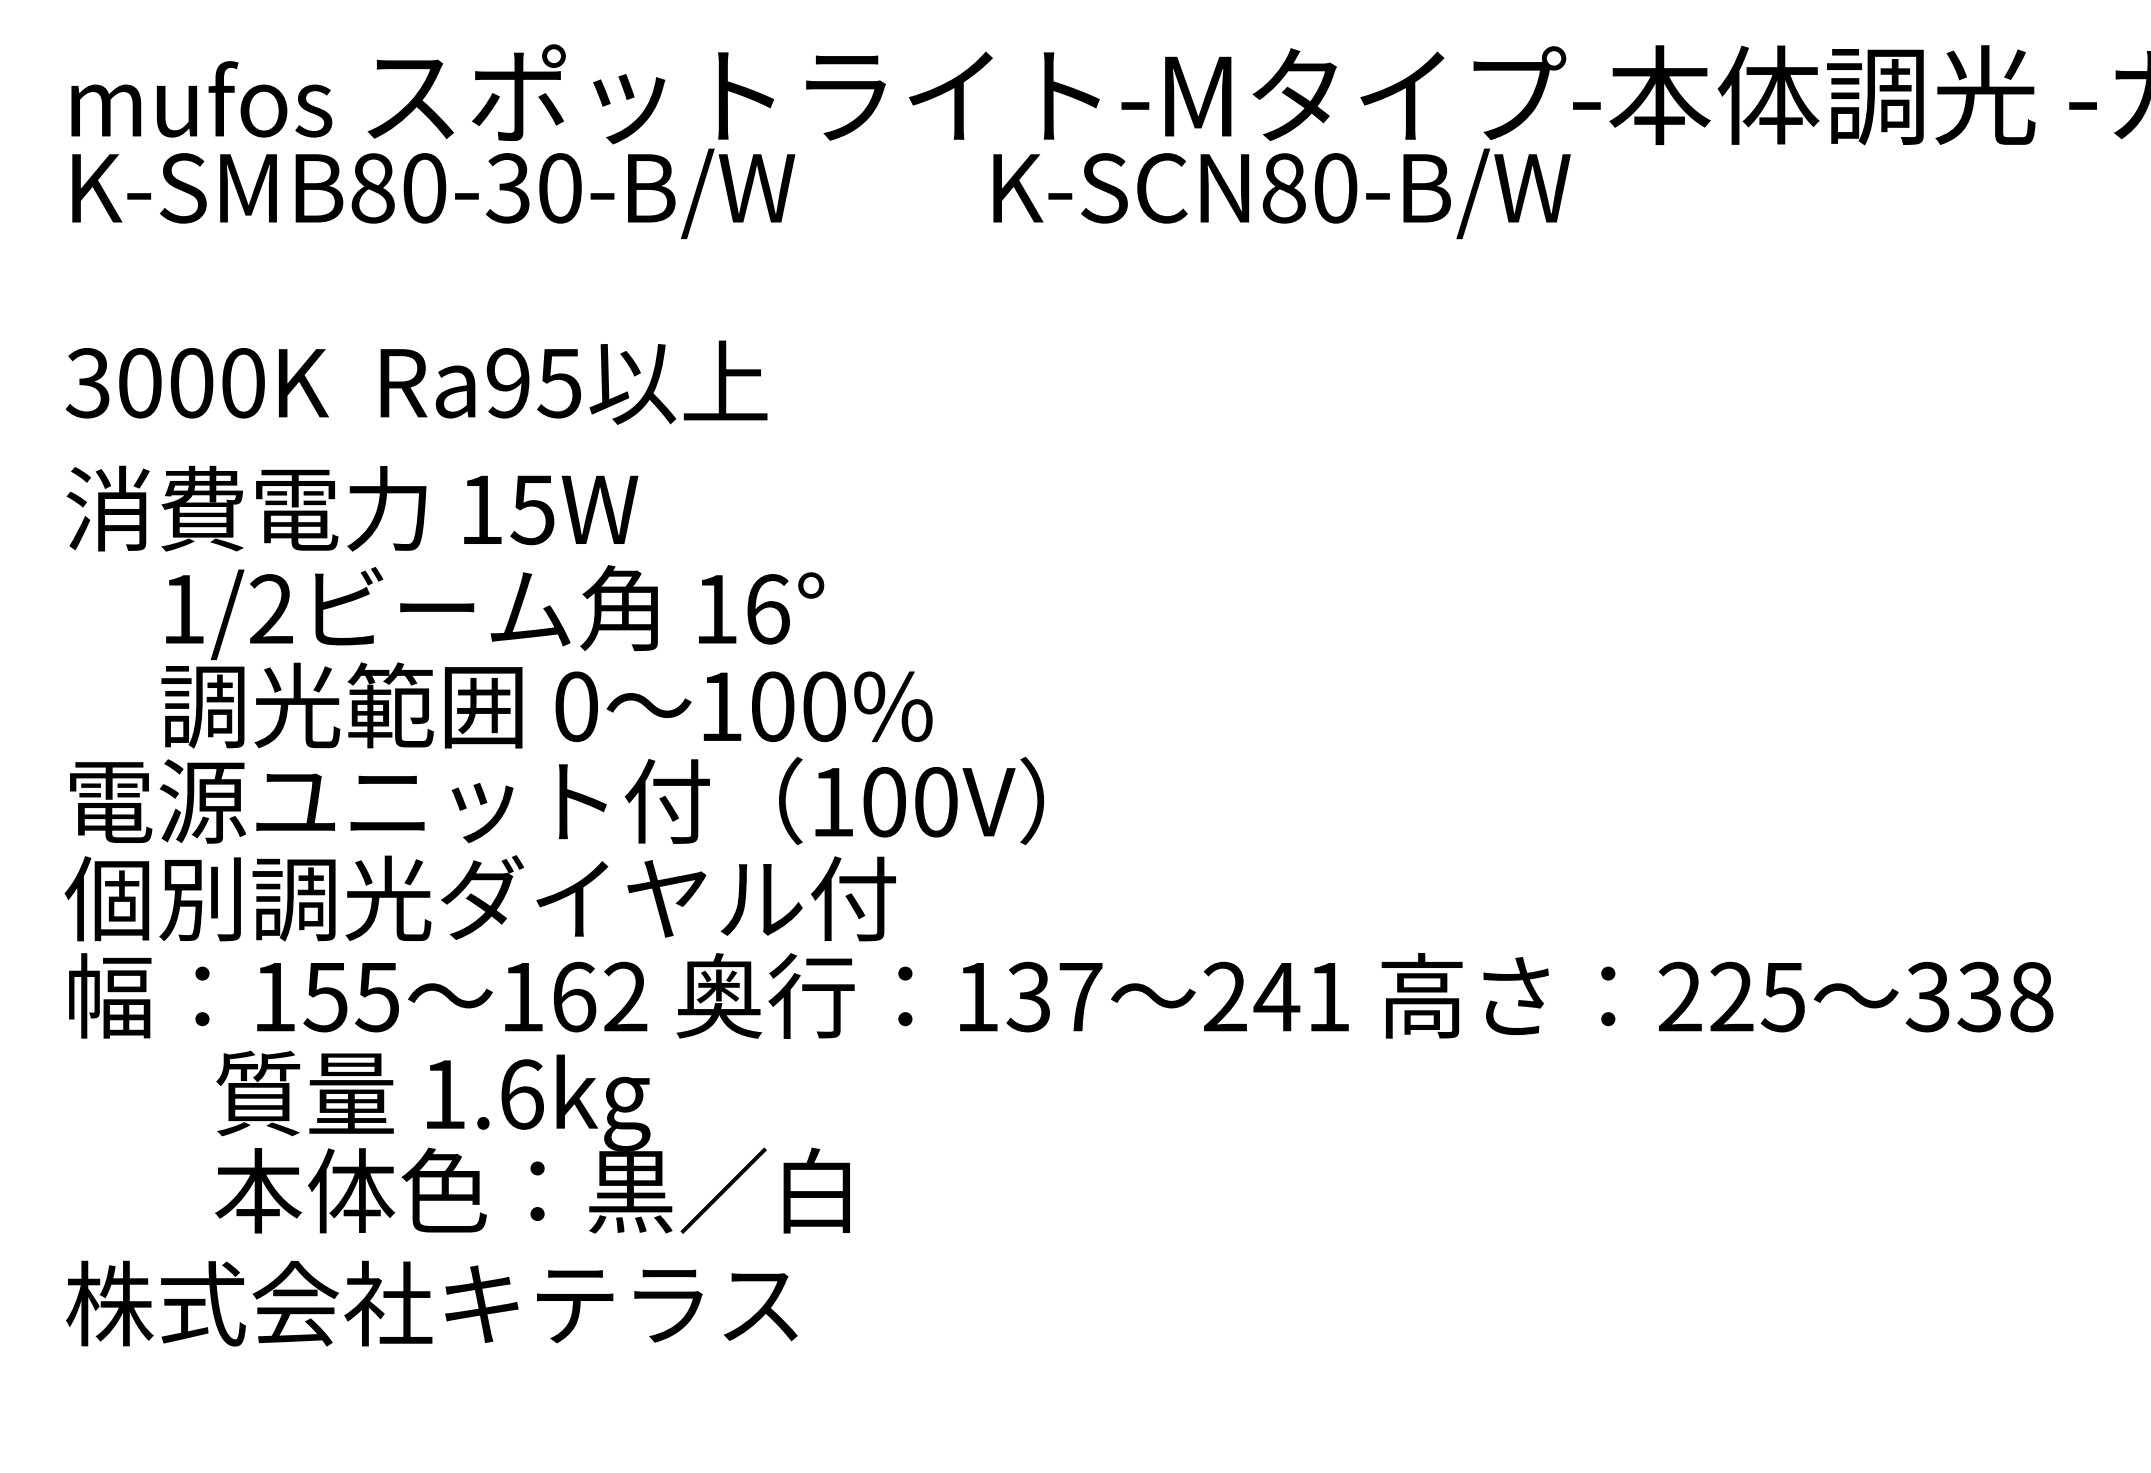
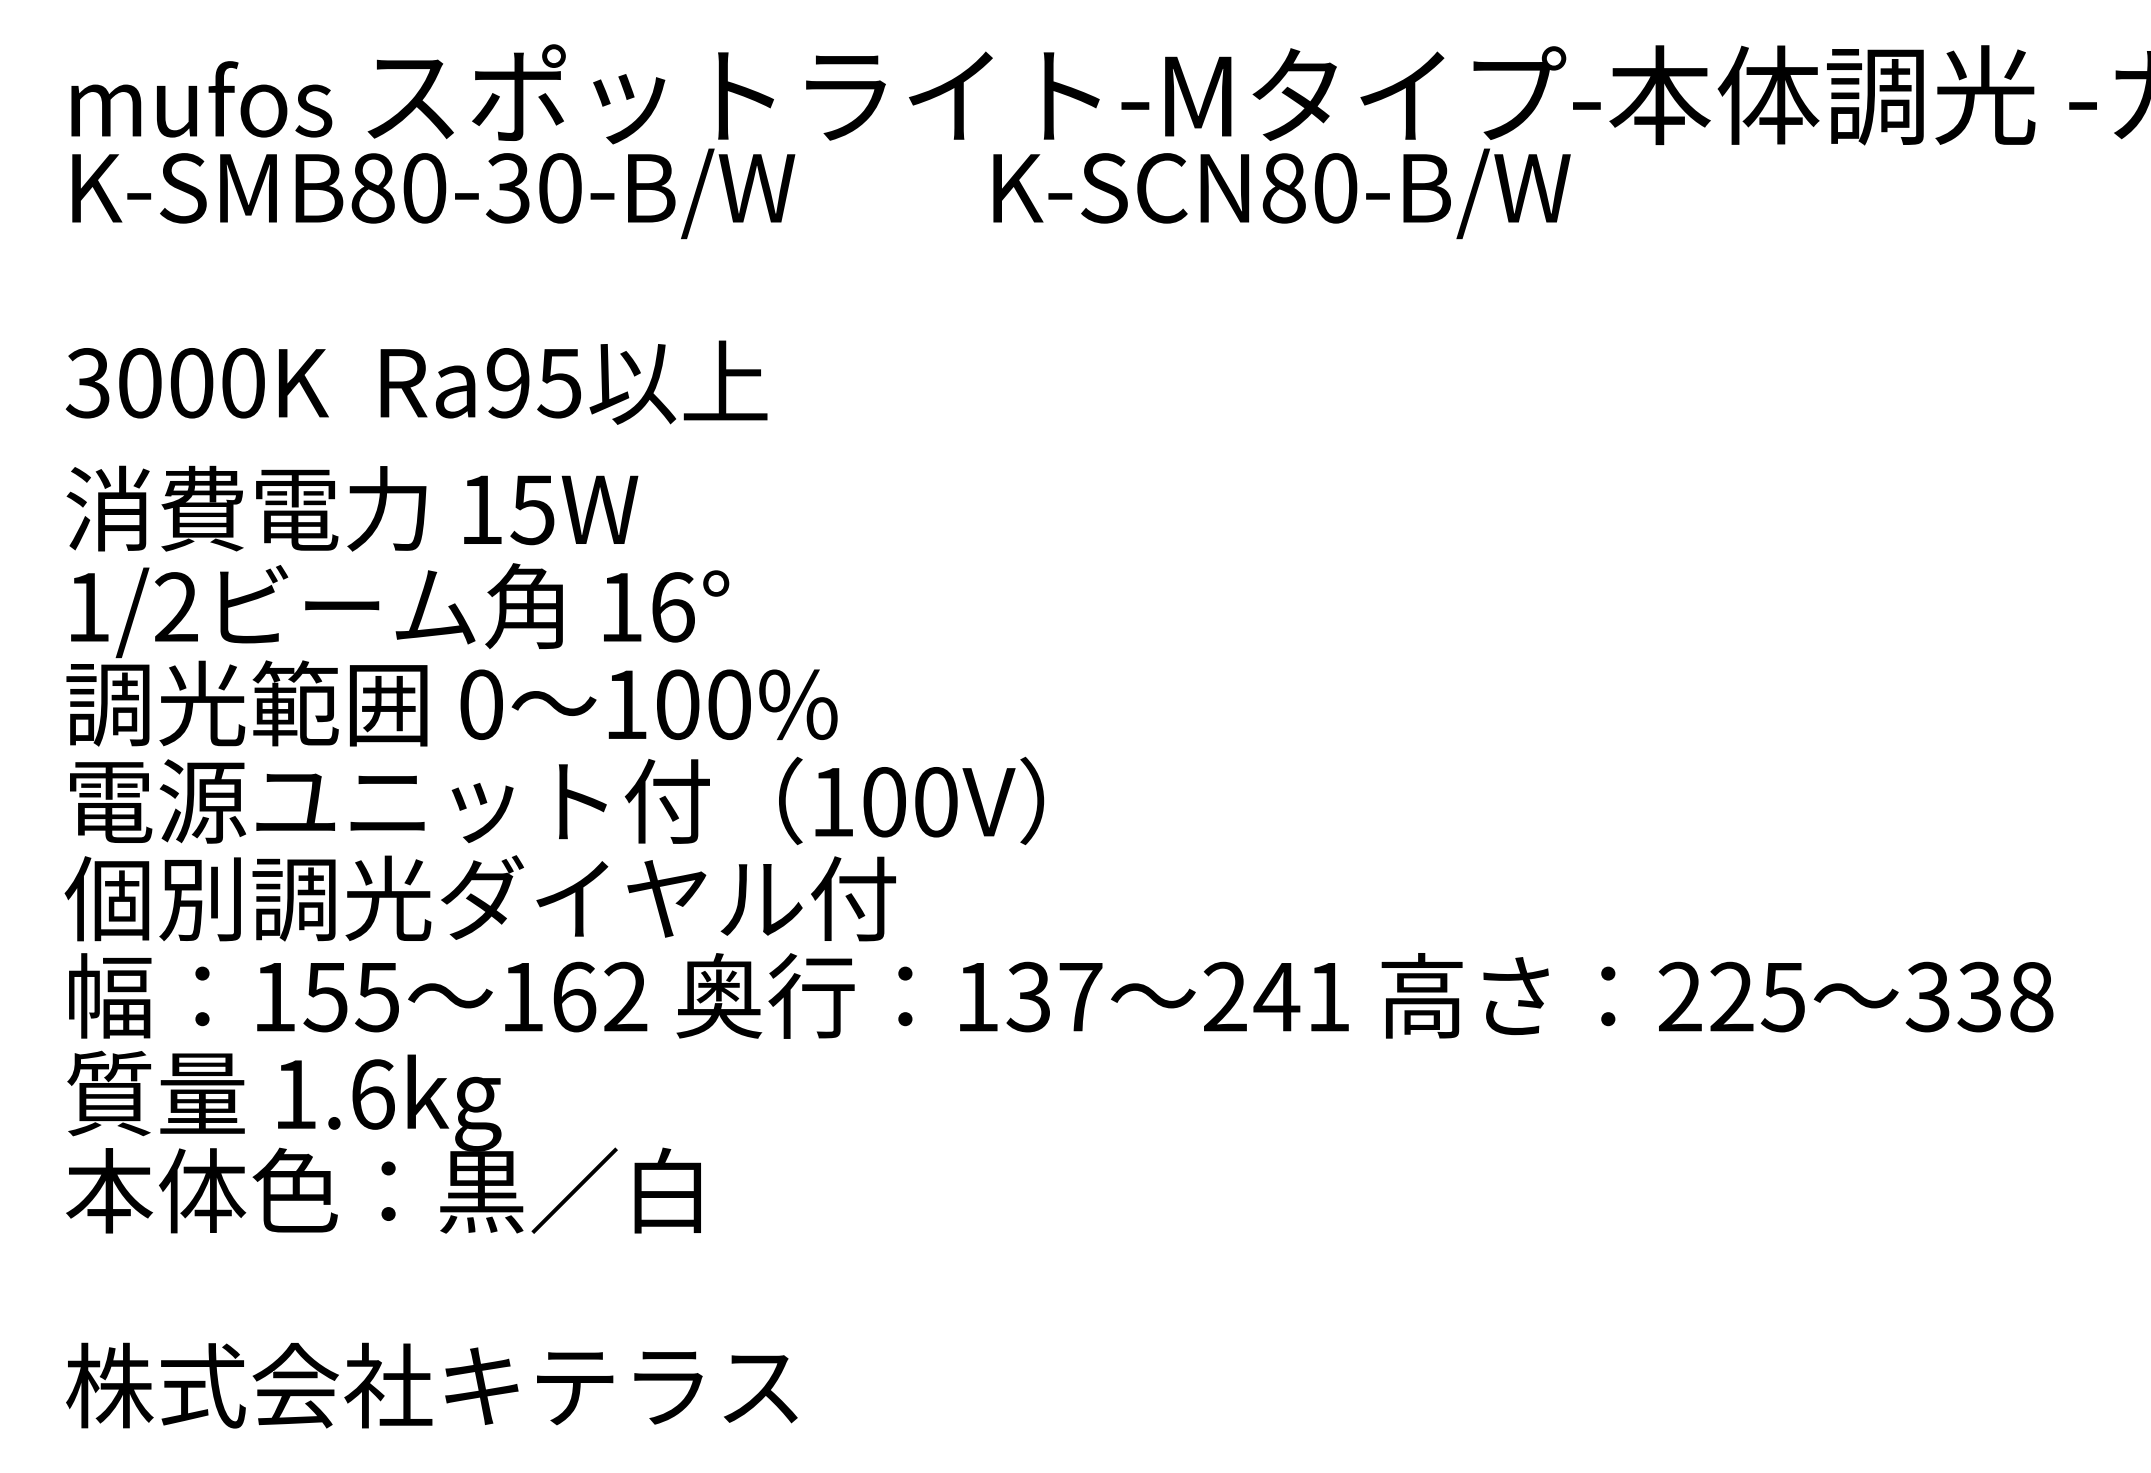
text at (546, 656) position: (546, 656) -> (451, 654)
text at (532, 1141) position: (532, 1141) -> (383, 1141)
text at (431, 1303) position: (431, 1303) -> (431, 1385)
